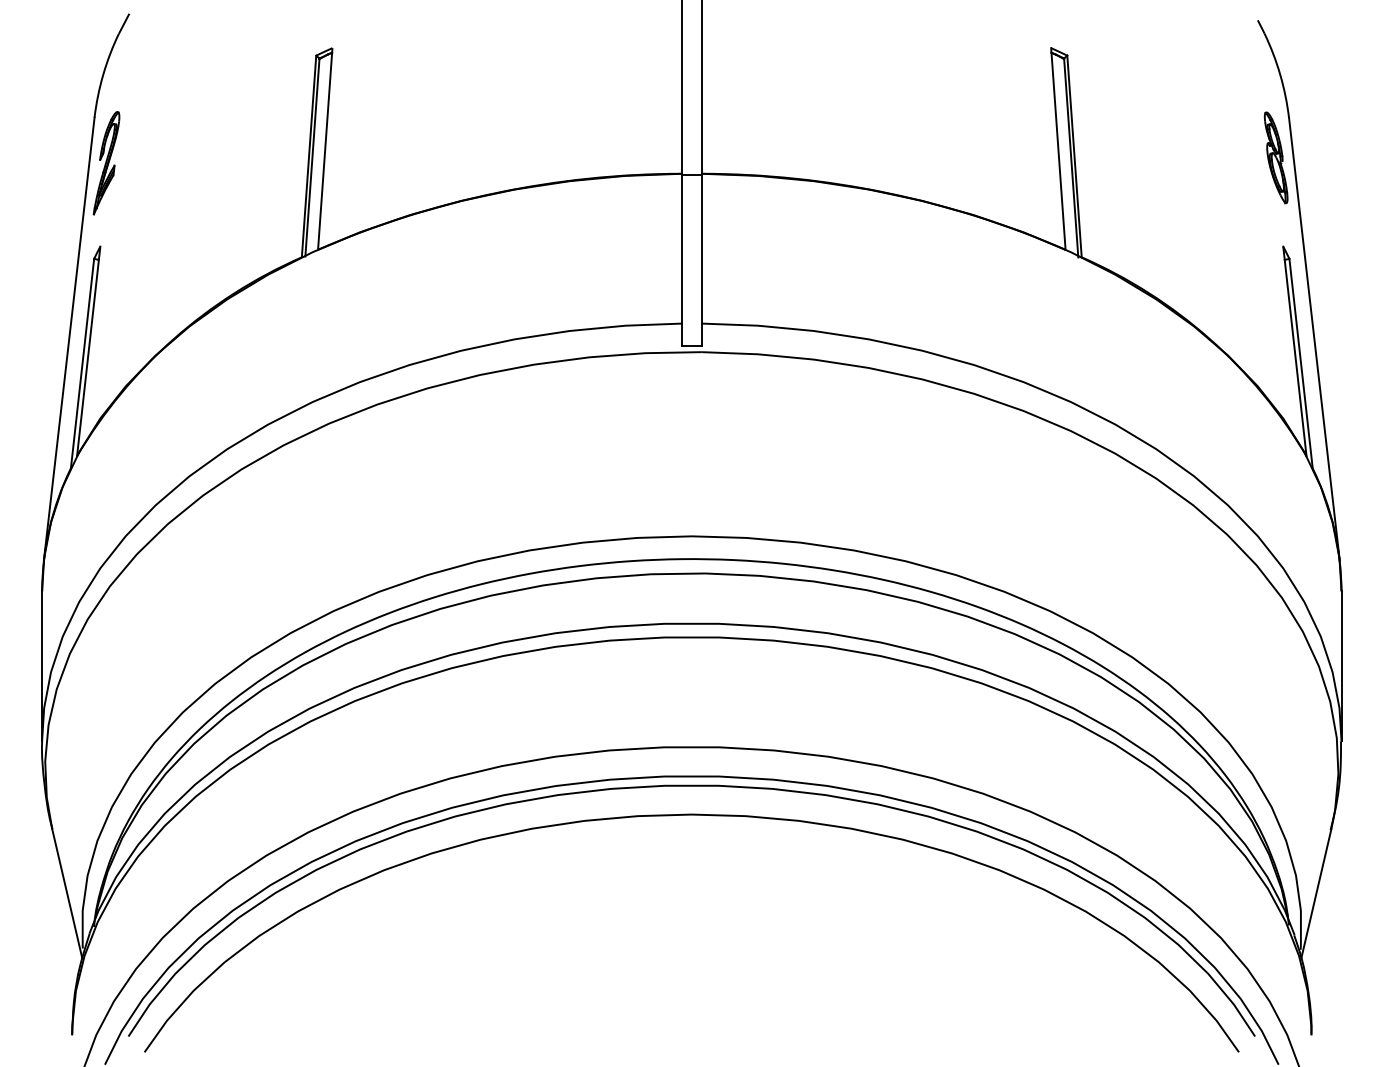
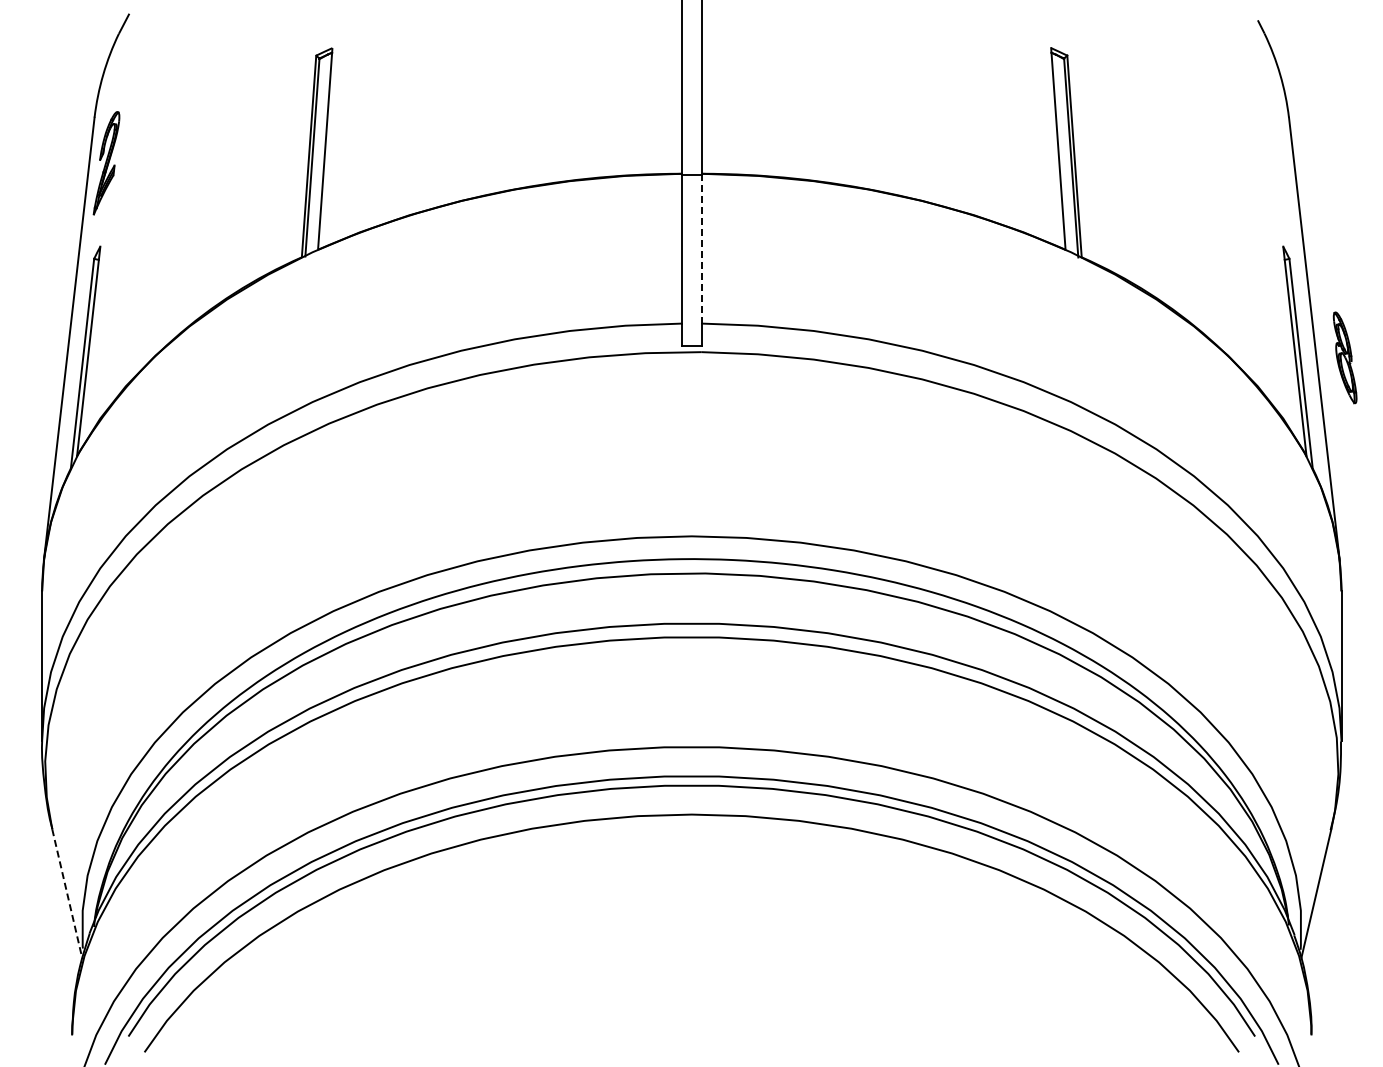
part at (1275, 157) position: (1275, 157) -> (1344, 357)
line at (701, 248): solid -> dashed
line at (67, 894): solid -> dashed
